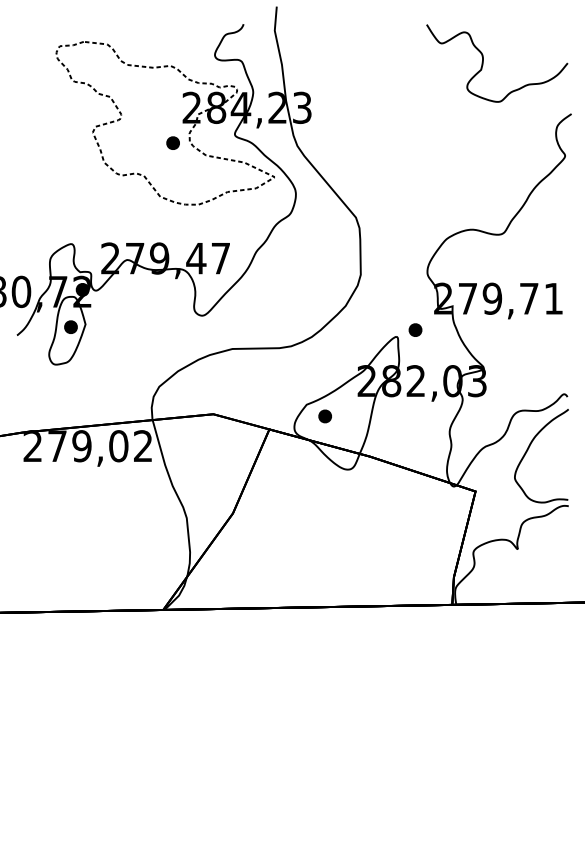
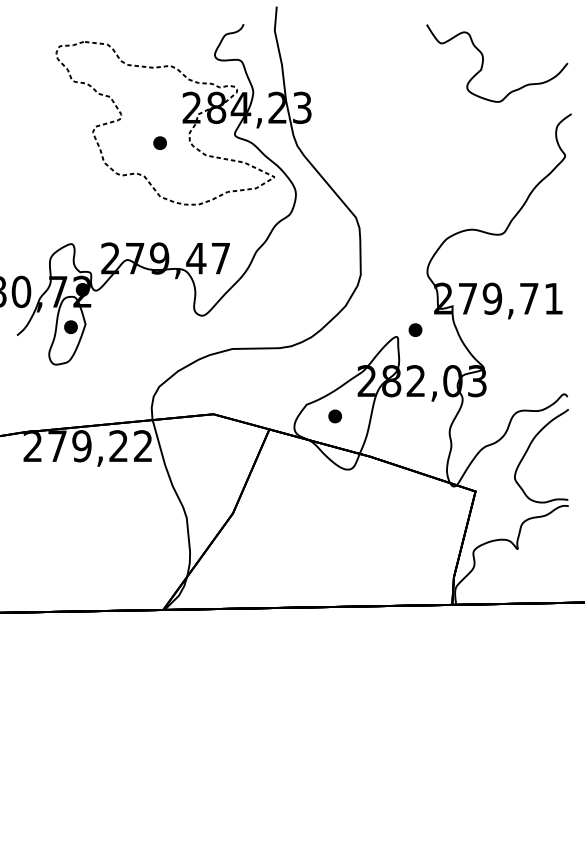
part at (172, 142) position: (172, 142) -> (159, 142)
part at (324, 416) position: (324, 416) -> (334, 416)
text at (118, 446): 279,02 -> 279,22
